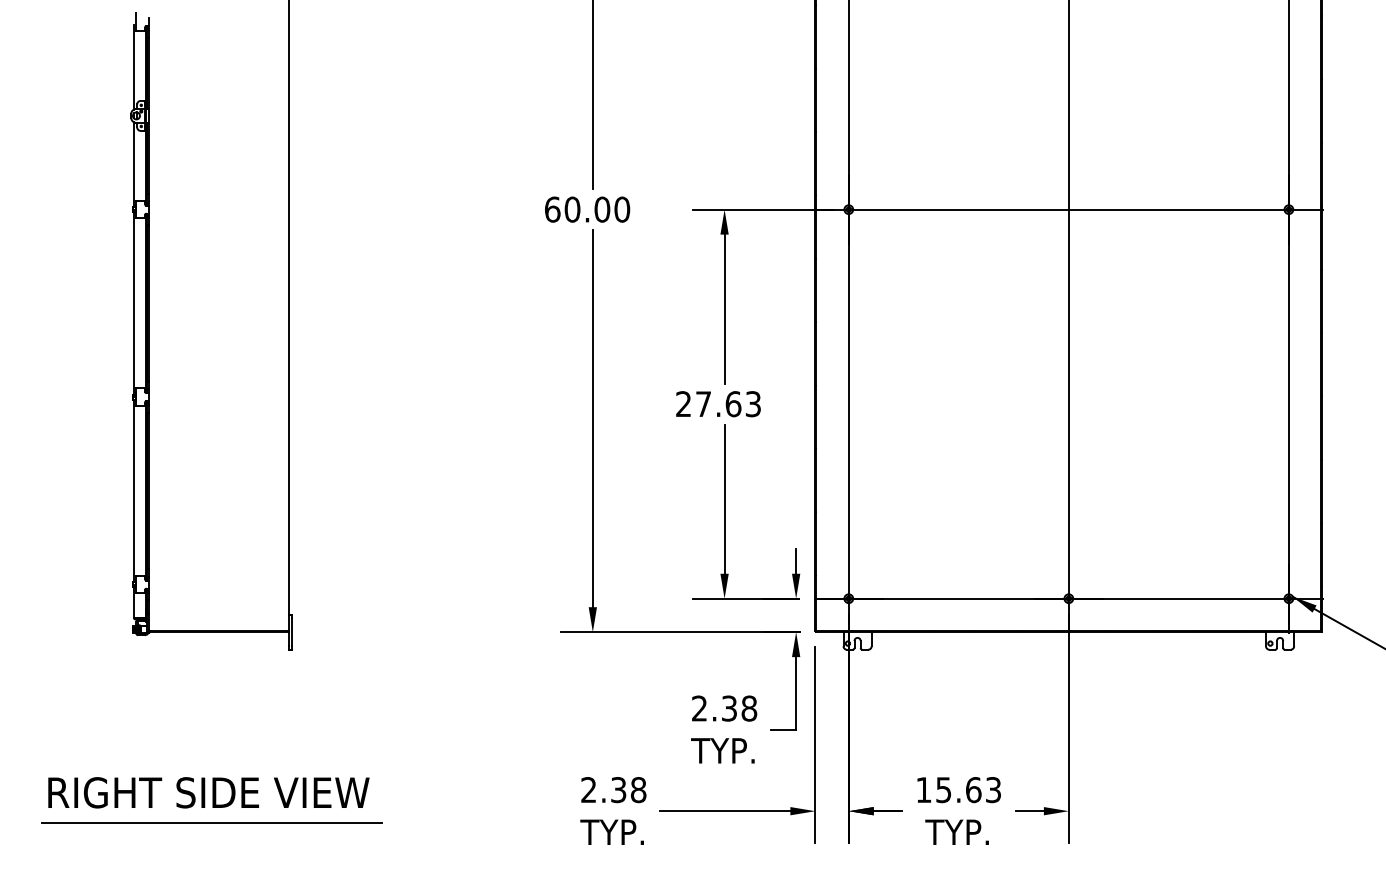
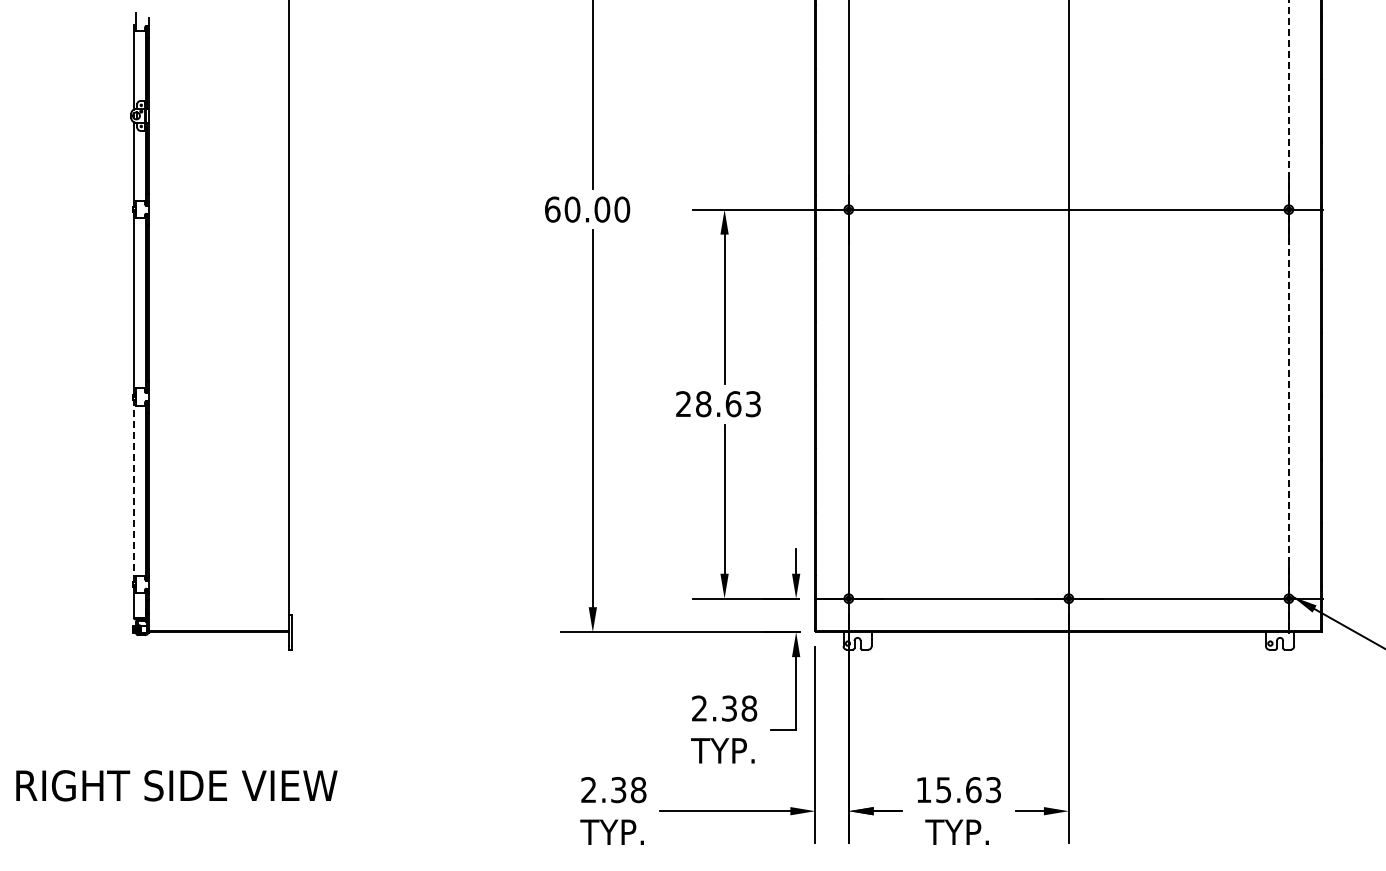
line at (1288, 317): solid -> dashed
text at (703, 404): 27.63 -> 28.63
line at (133, 490): solid -> dashed
text at (208, 792) position: (208, 792) -> (176, 785)
line at (211, 822): present -> none
